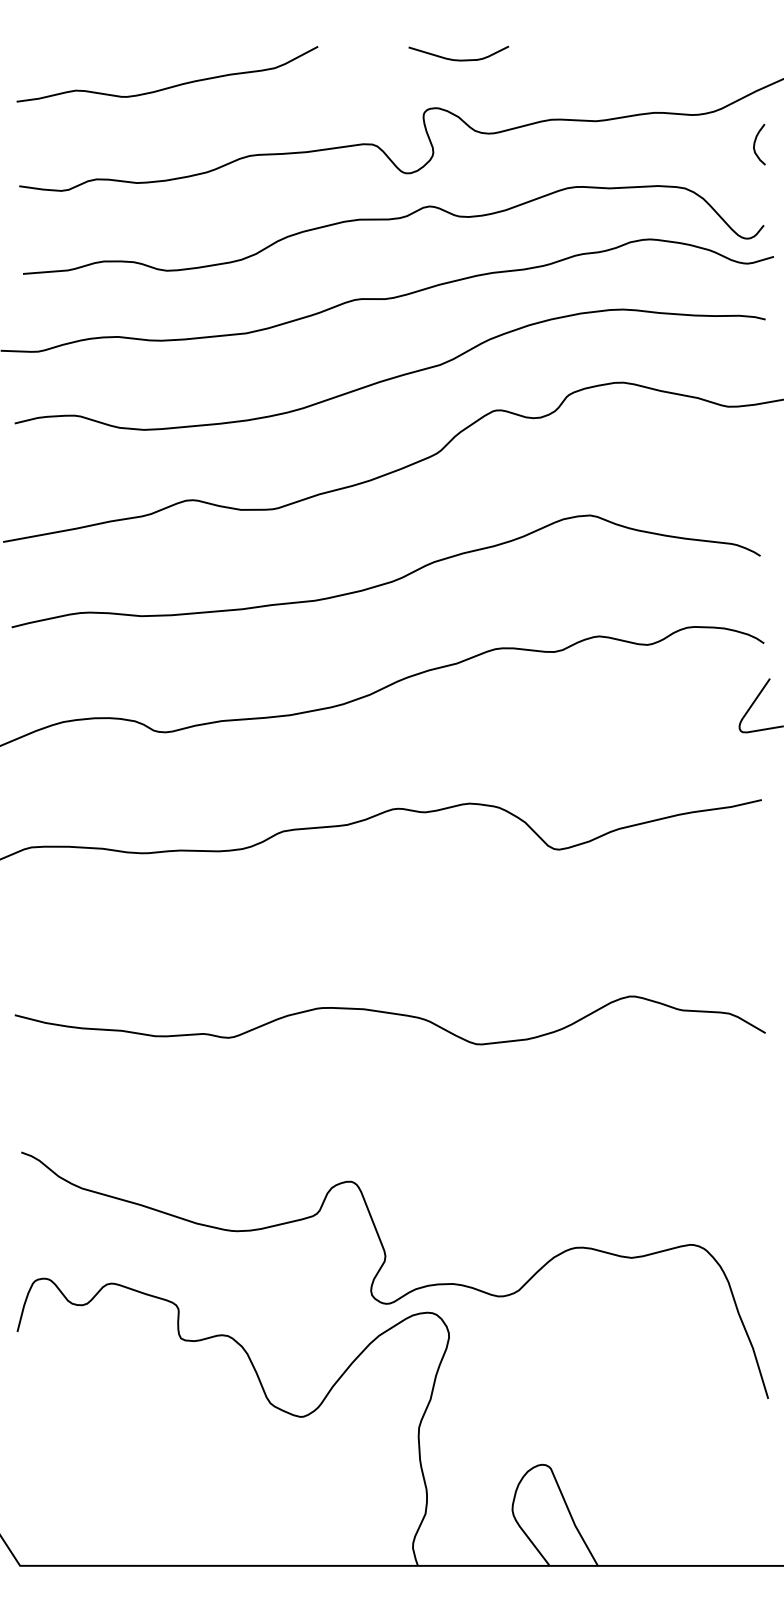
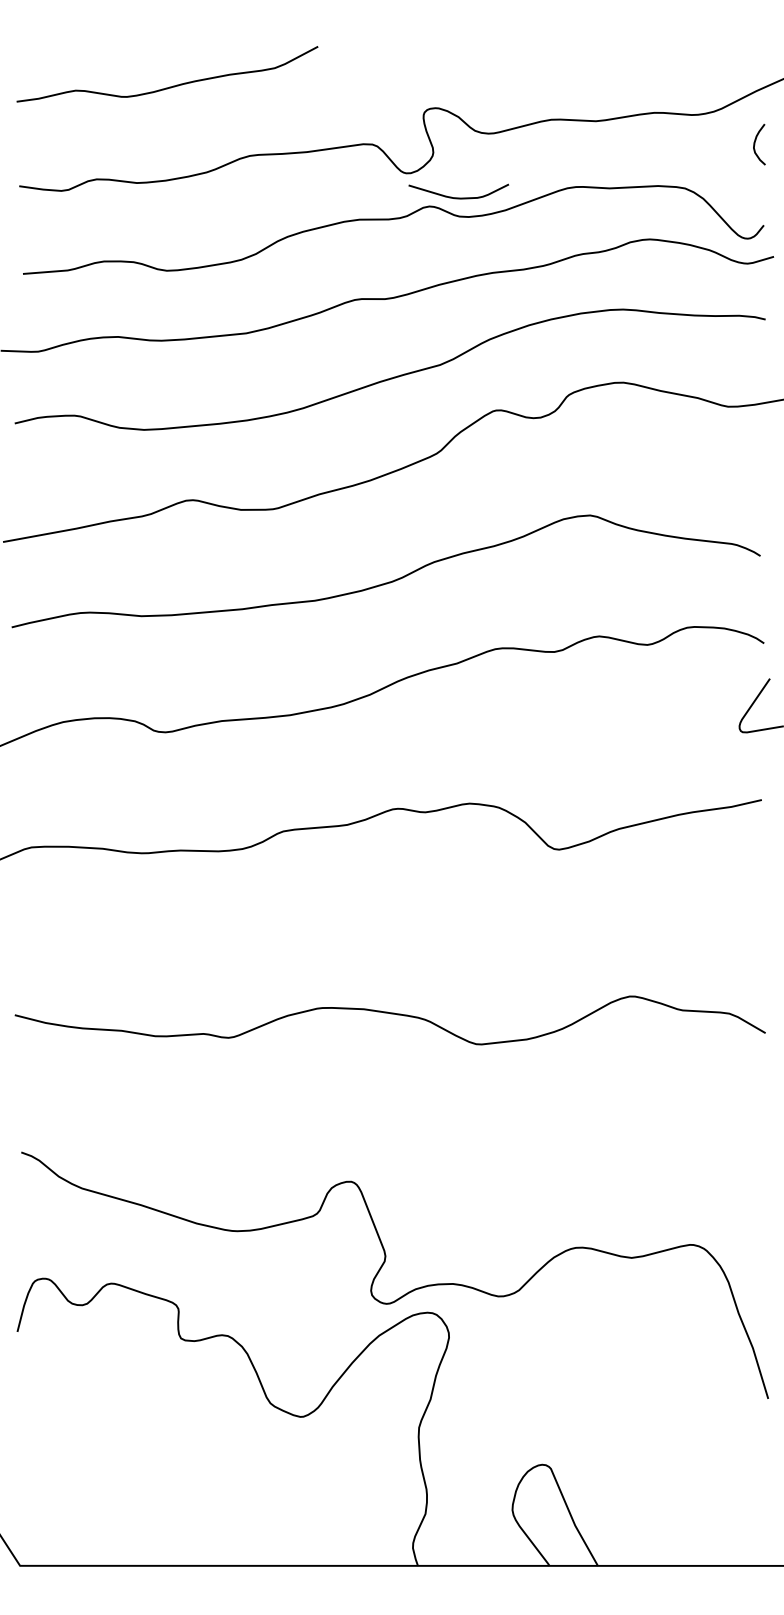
curve at (458, 59) position: (458, 59) -> (458, 197)
